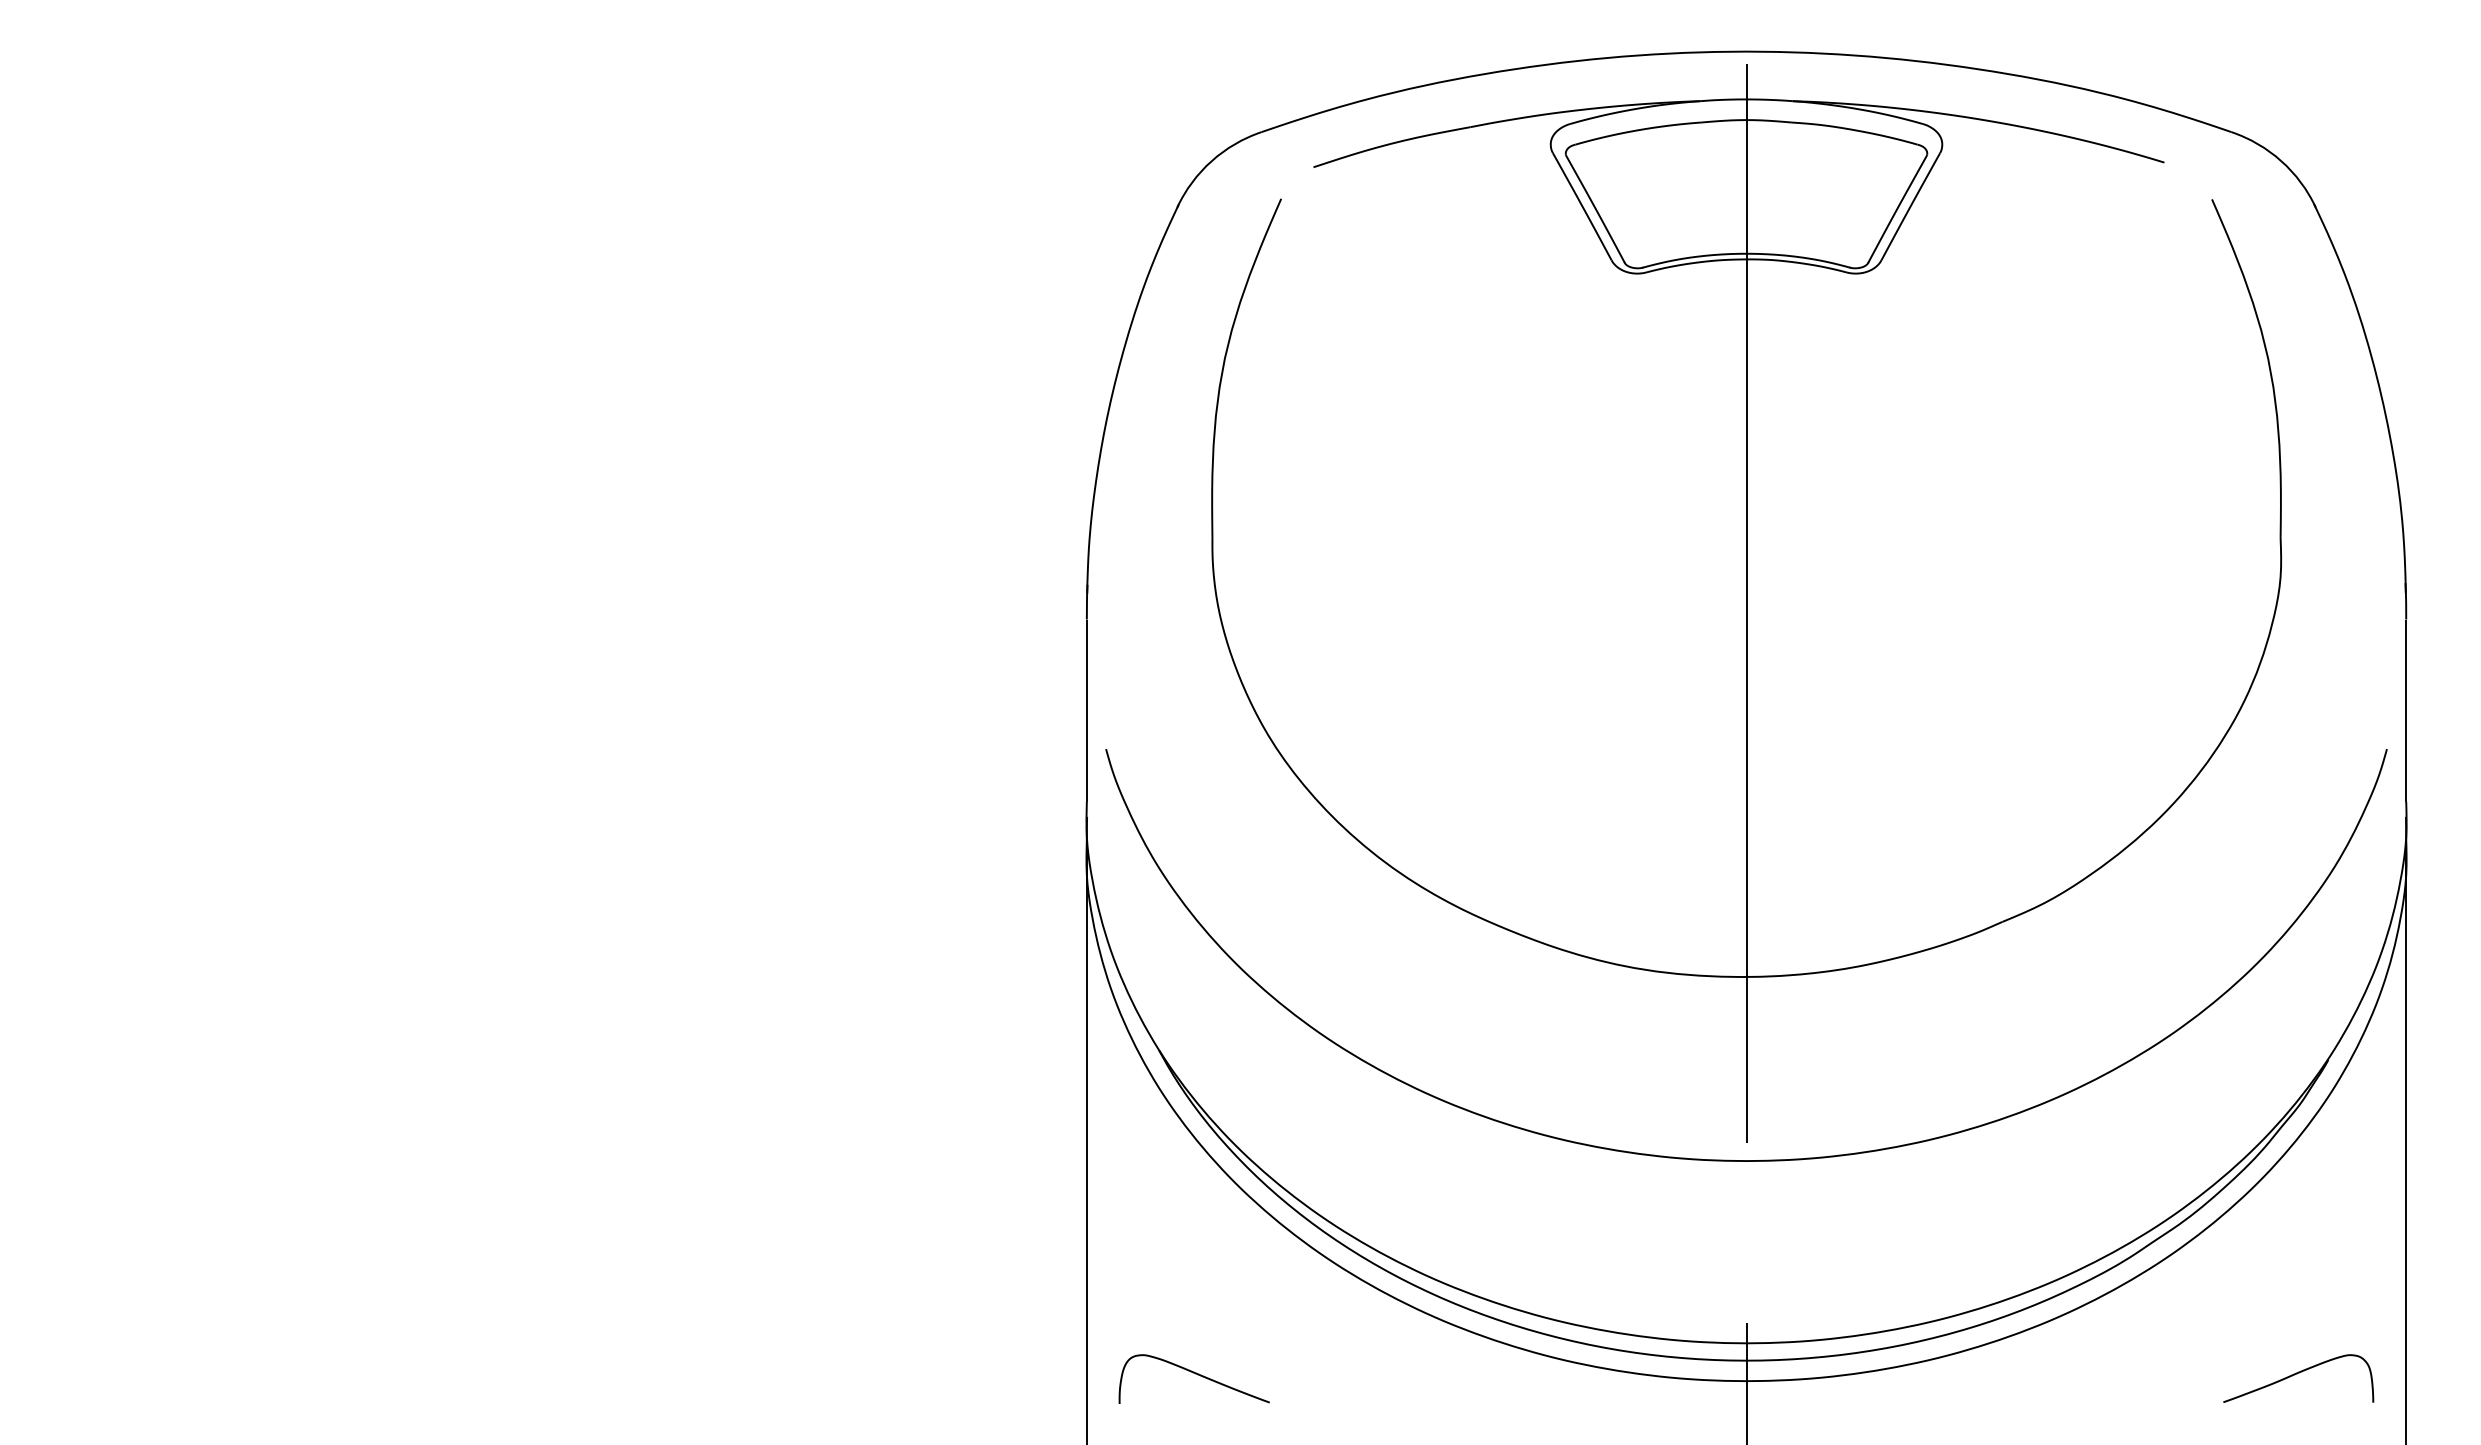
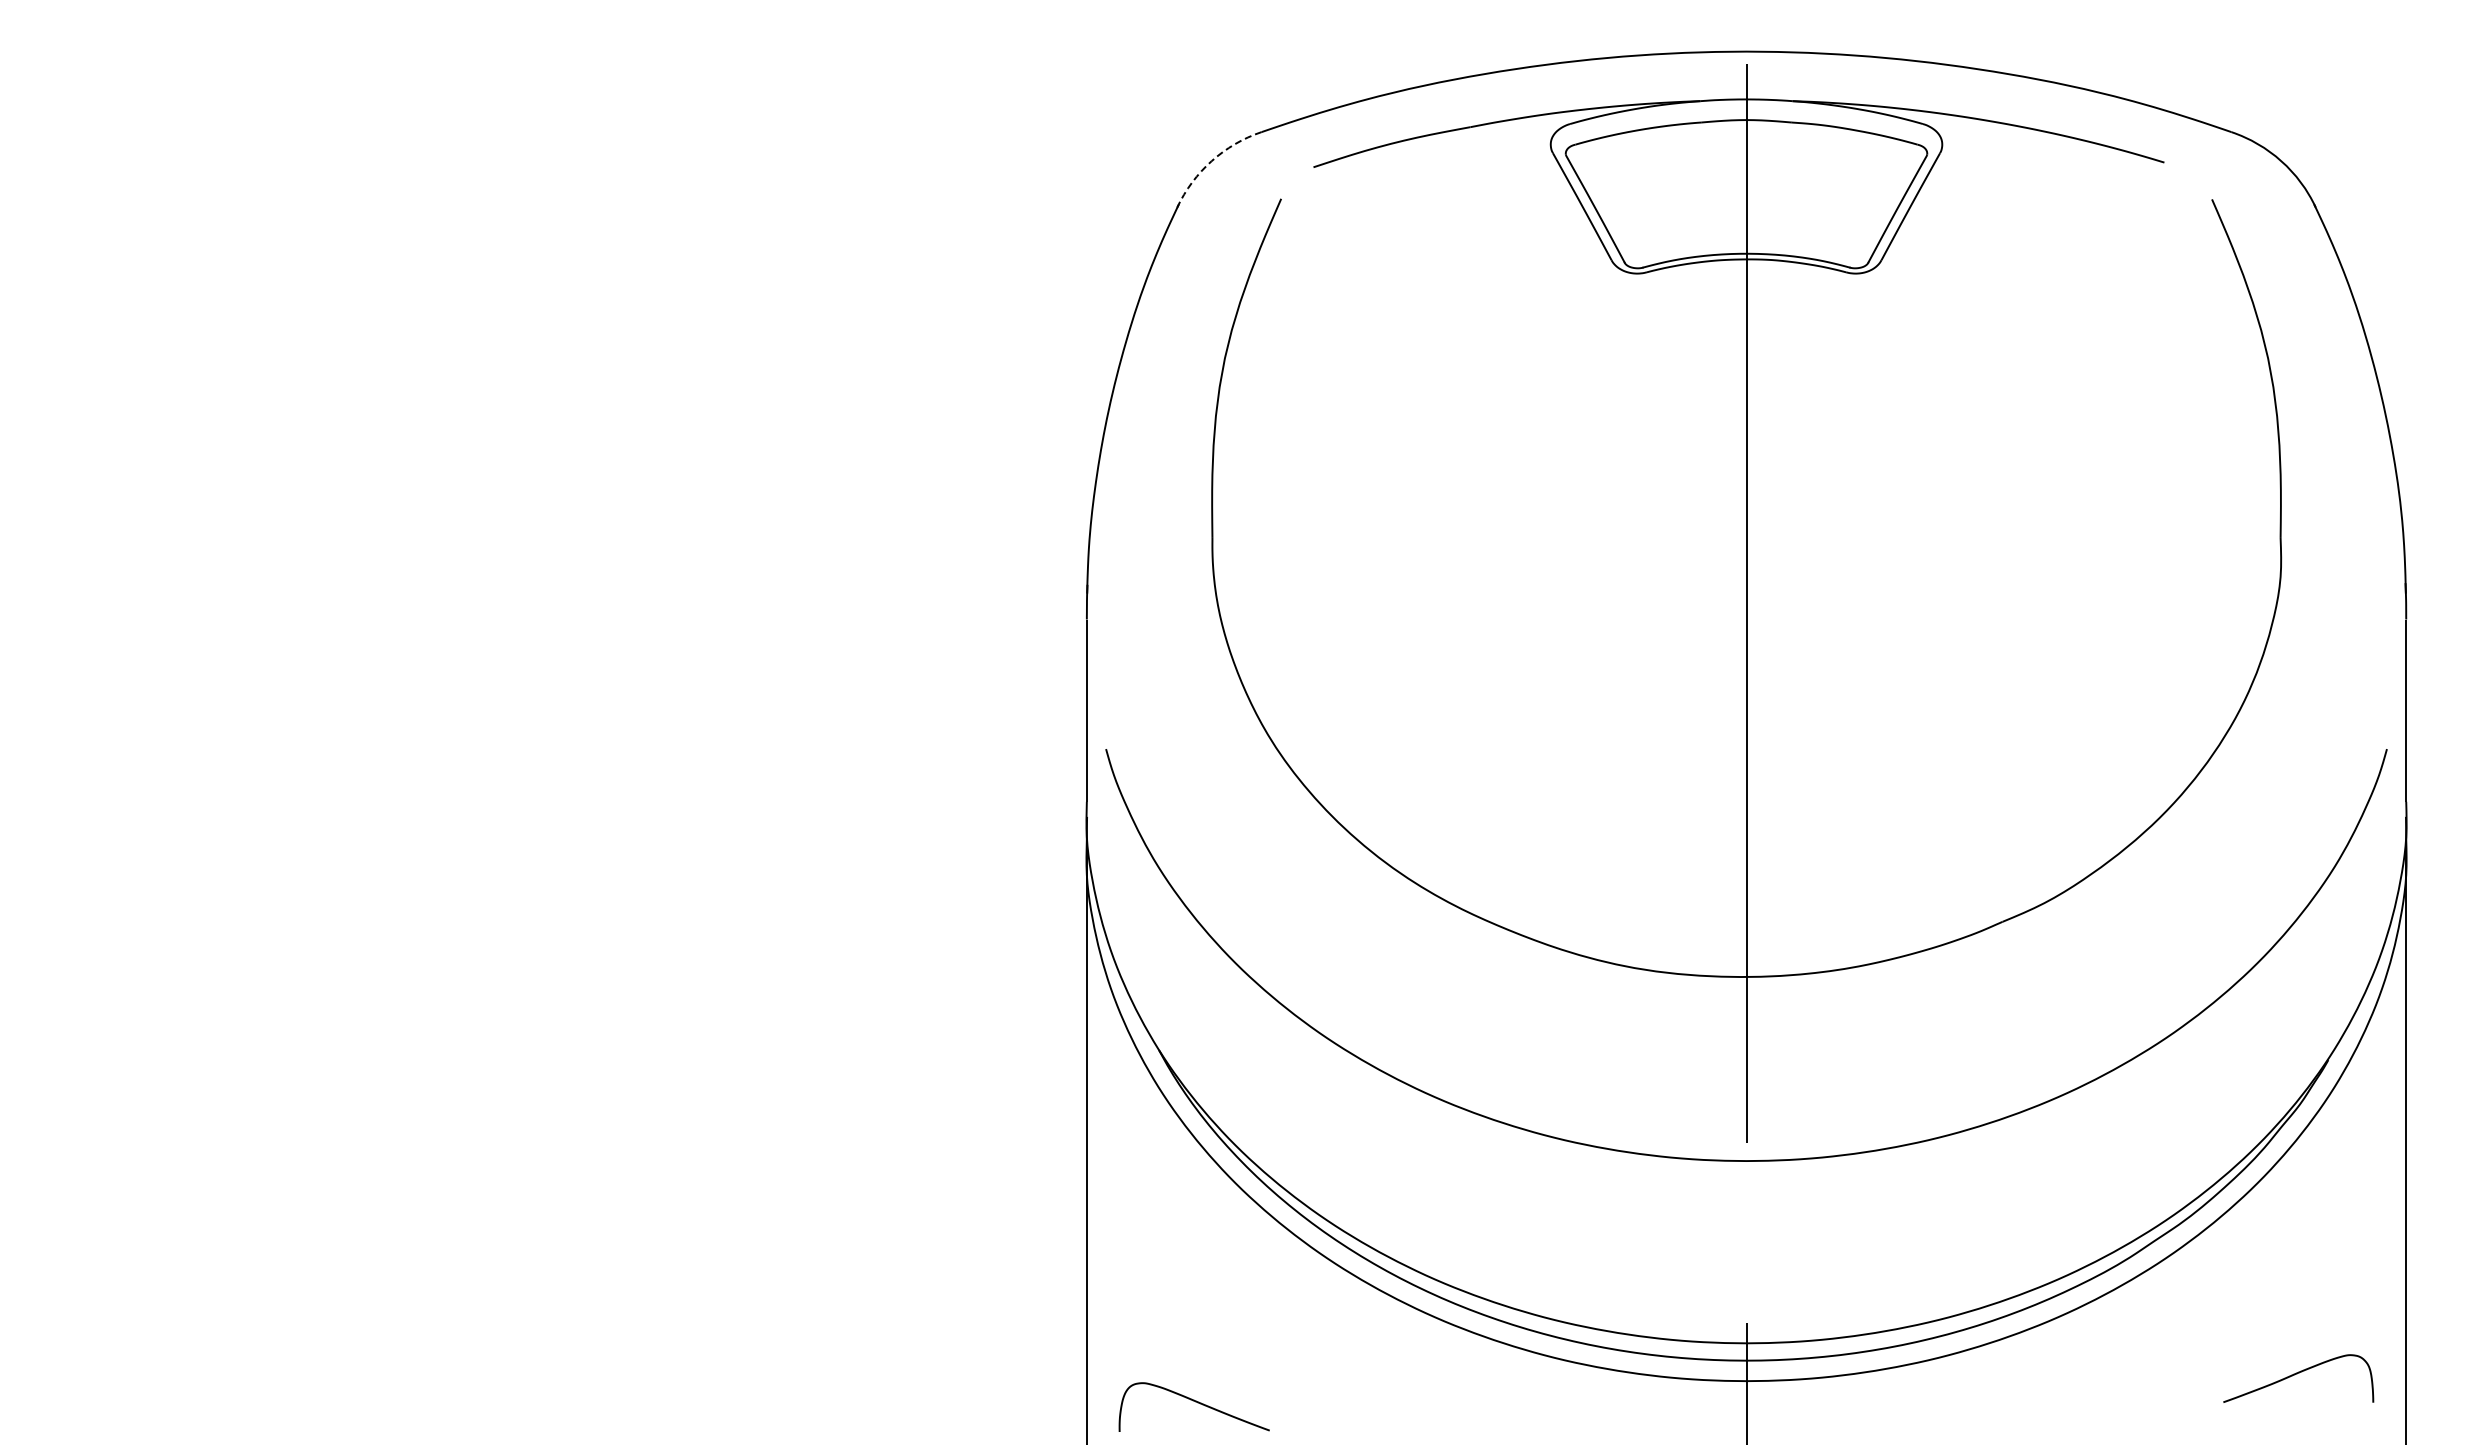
arc at (1211, 161): solid -> dashed
curve at (1195, 1374) position: (1195, 1374) -> (1195, 1402)
